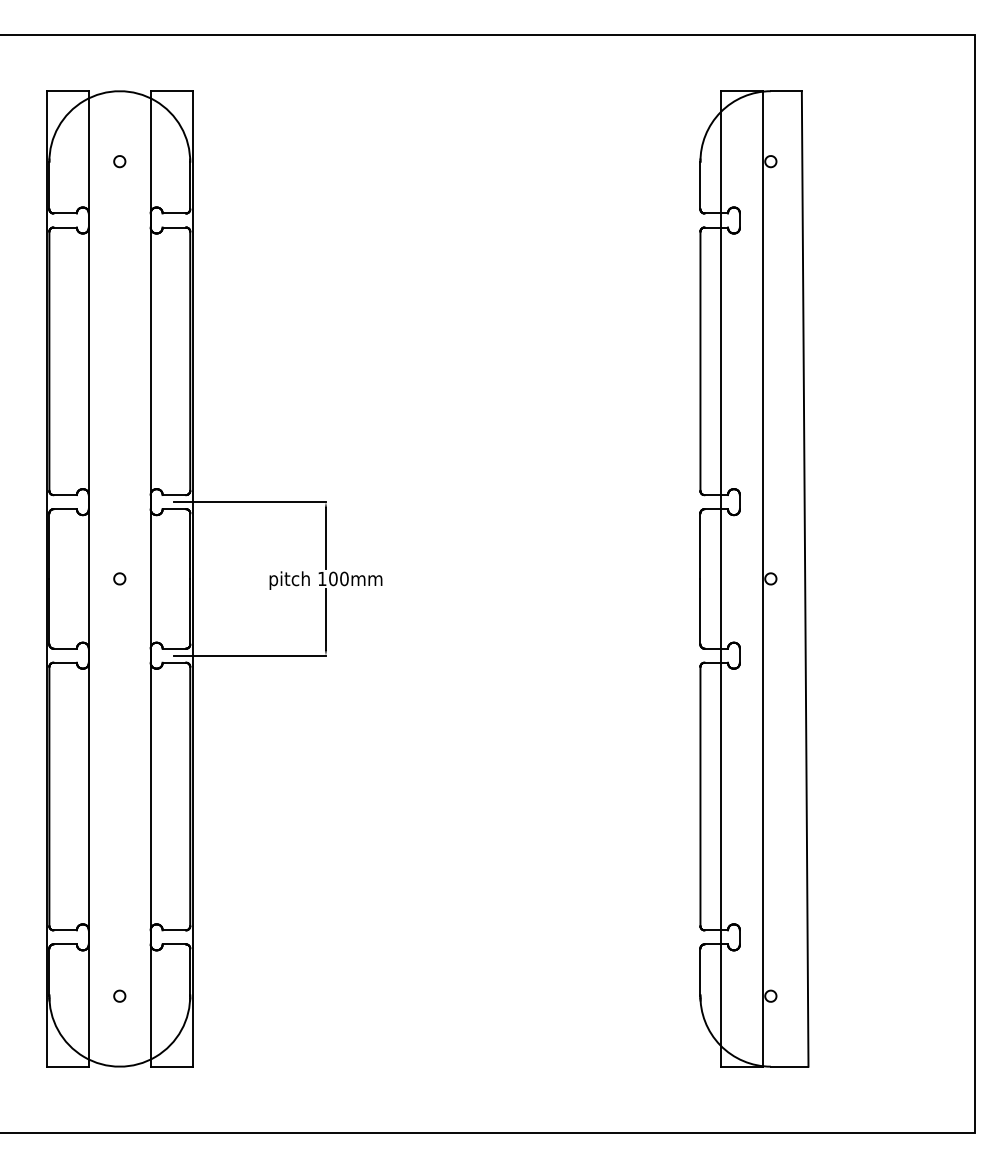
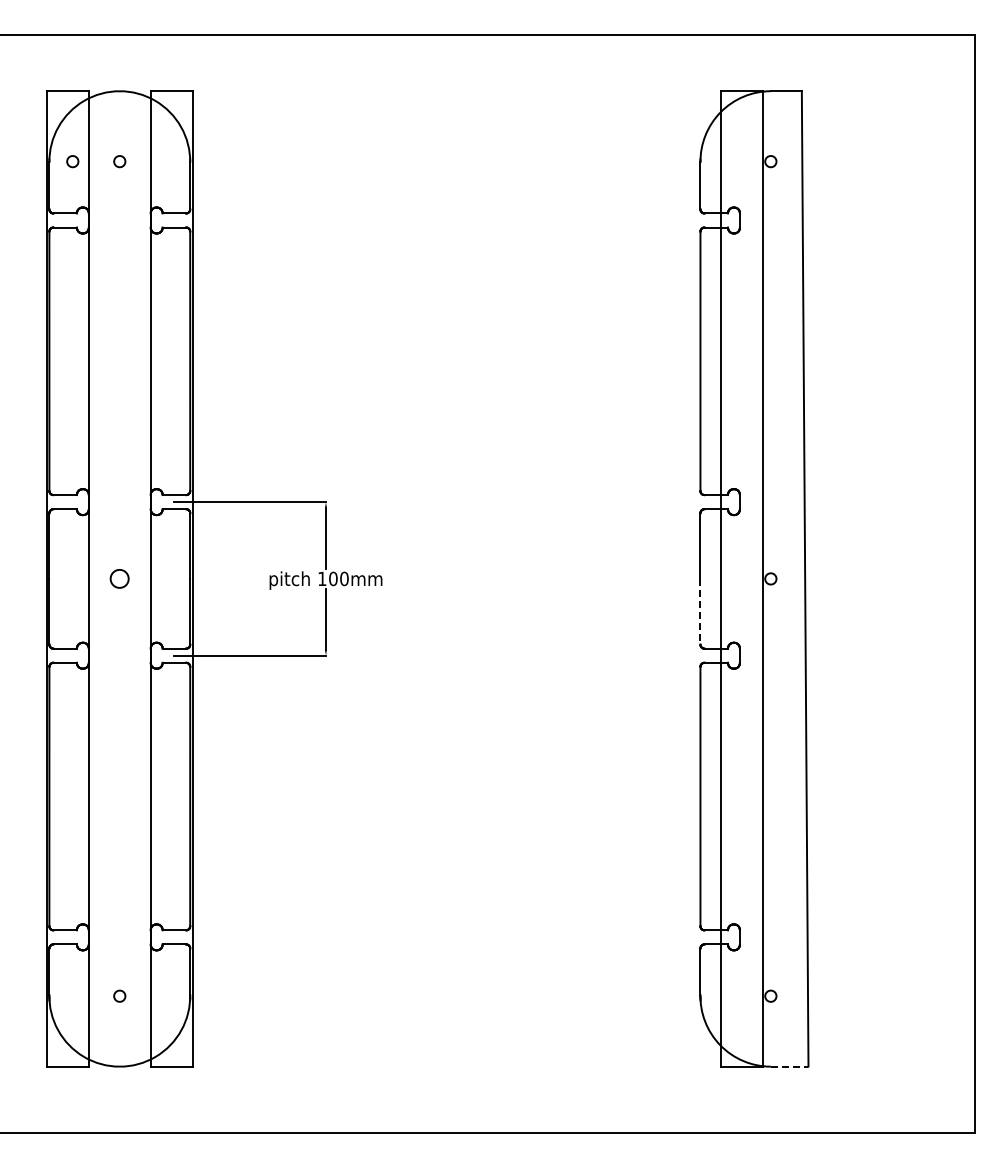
part at (72, 161): none -> present
part at (119, 578) size: 14x14 px -> 21x20 px
line at (700, 611): solid -> dashed
line at (789, 1066): solid -> dashed
